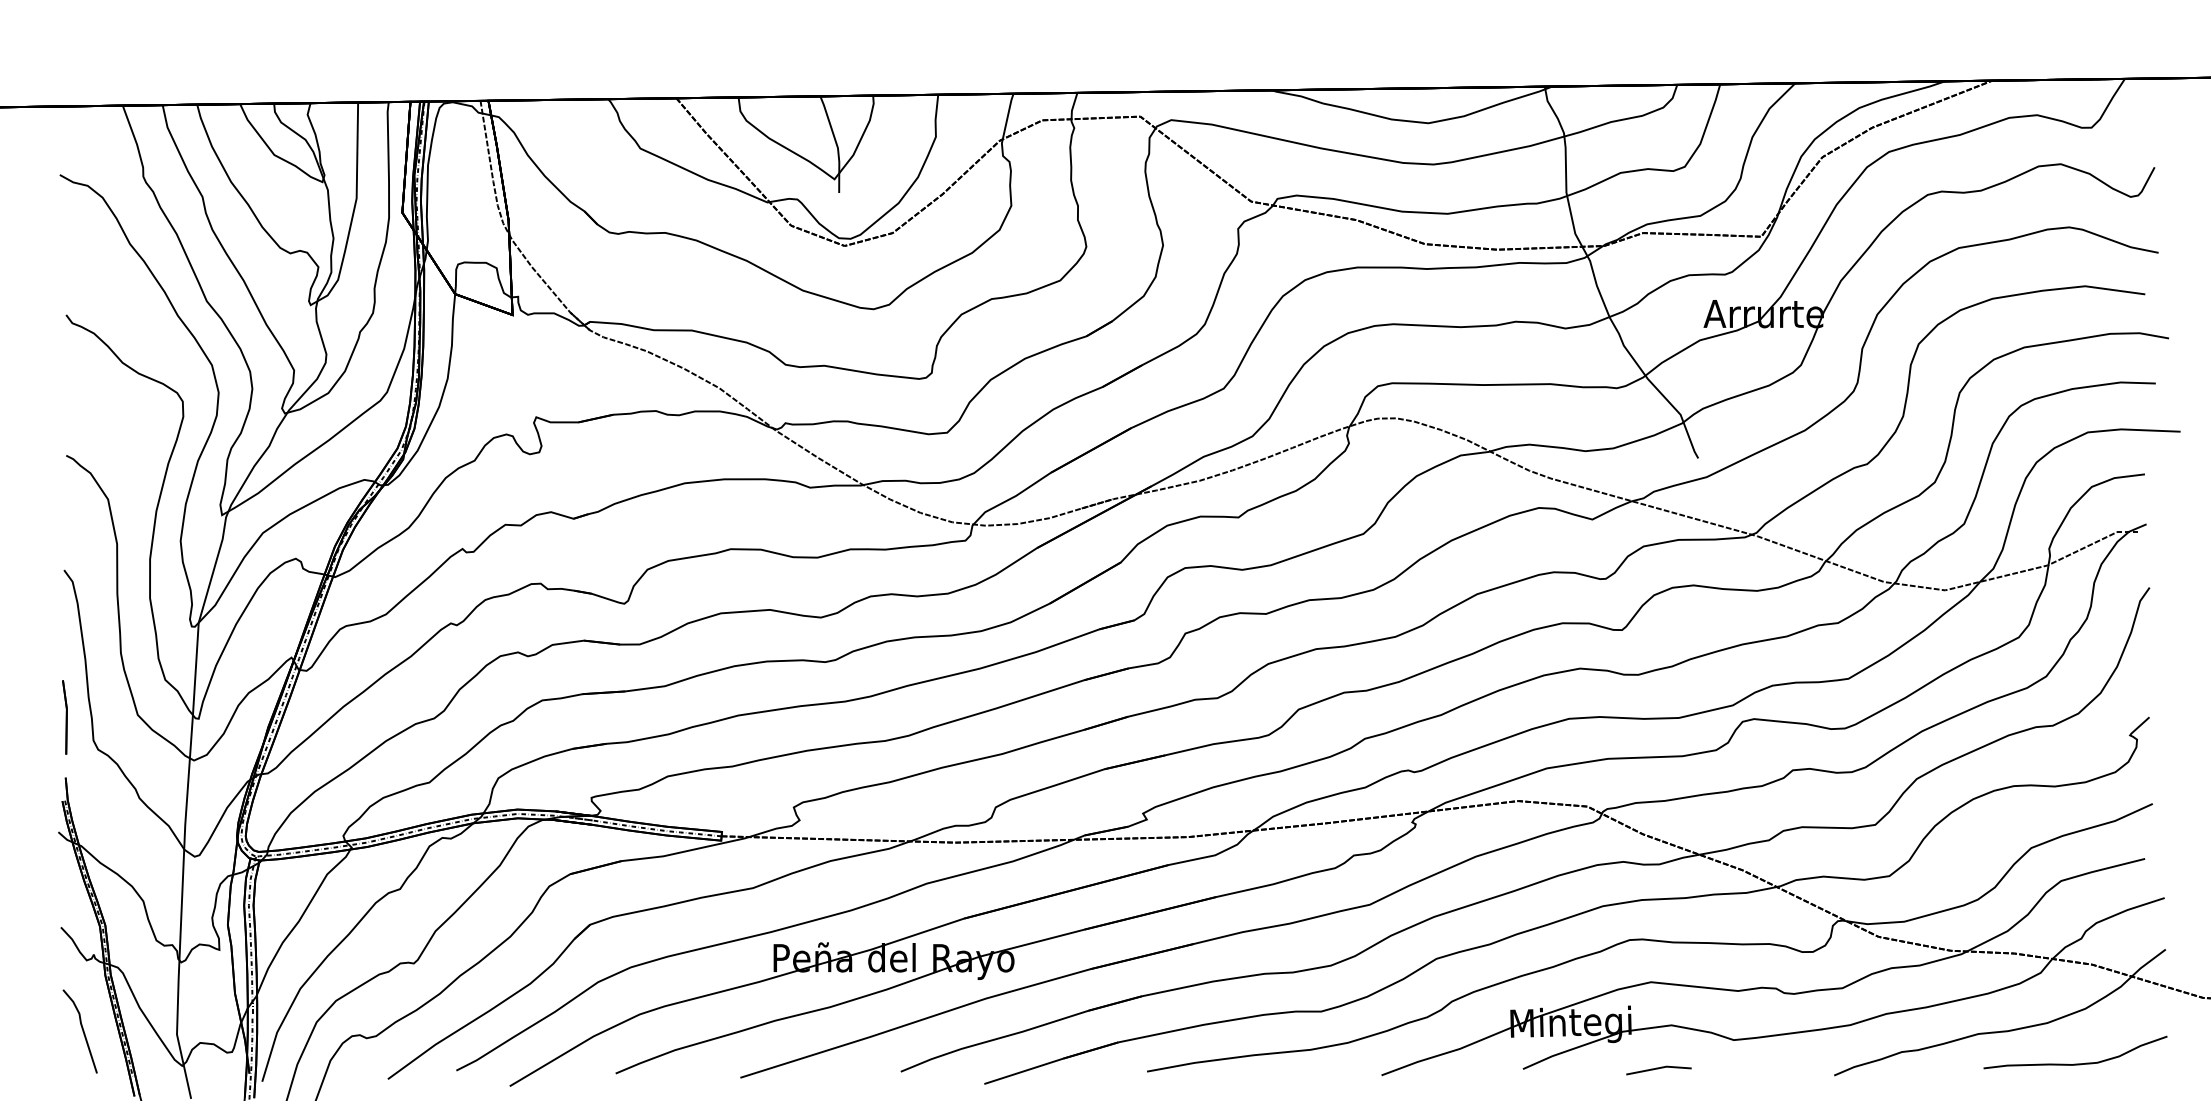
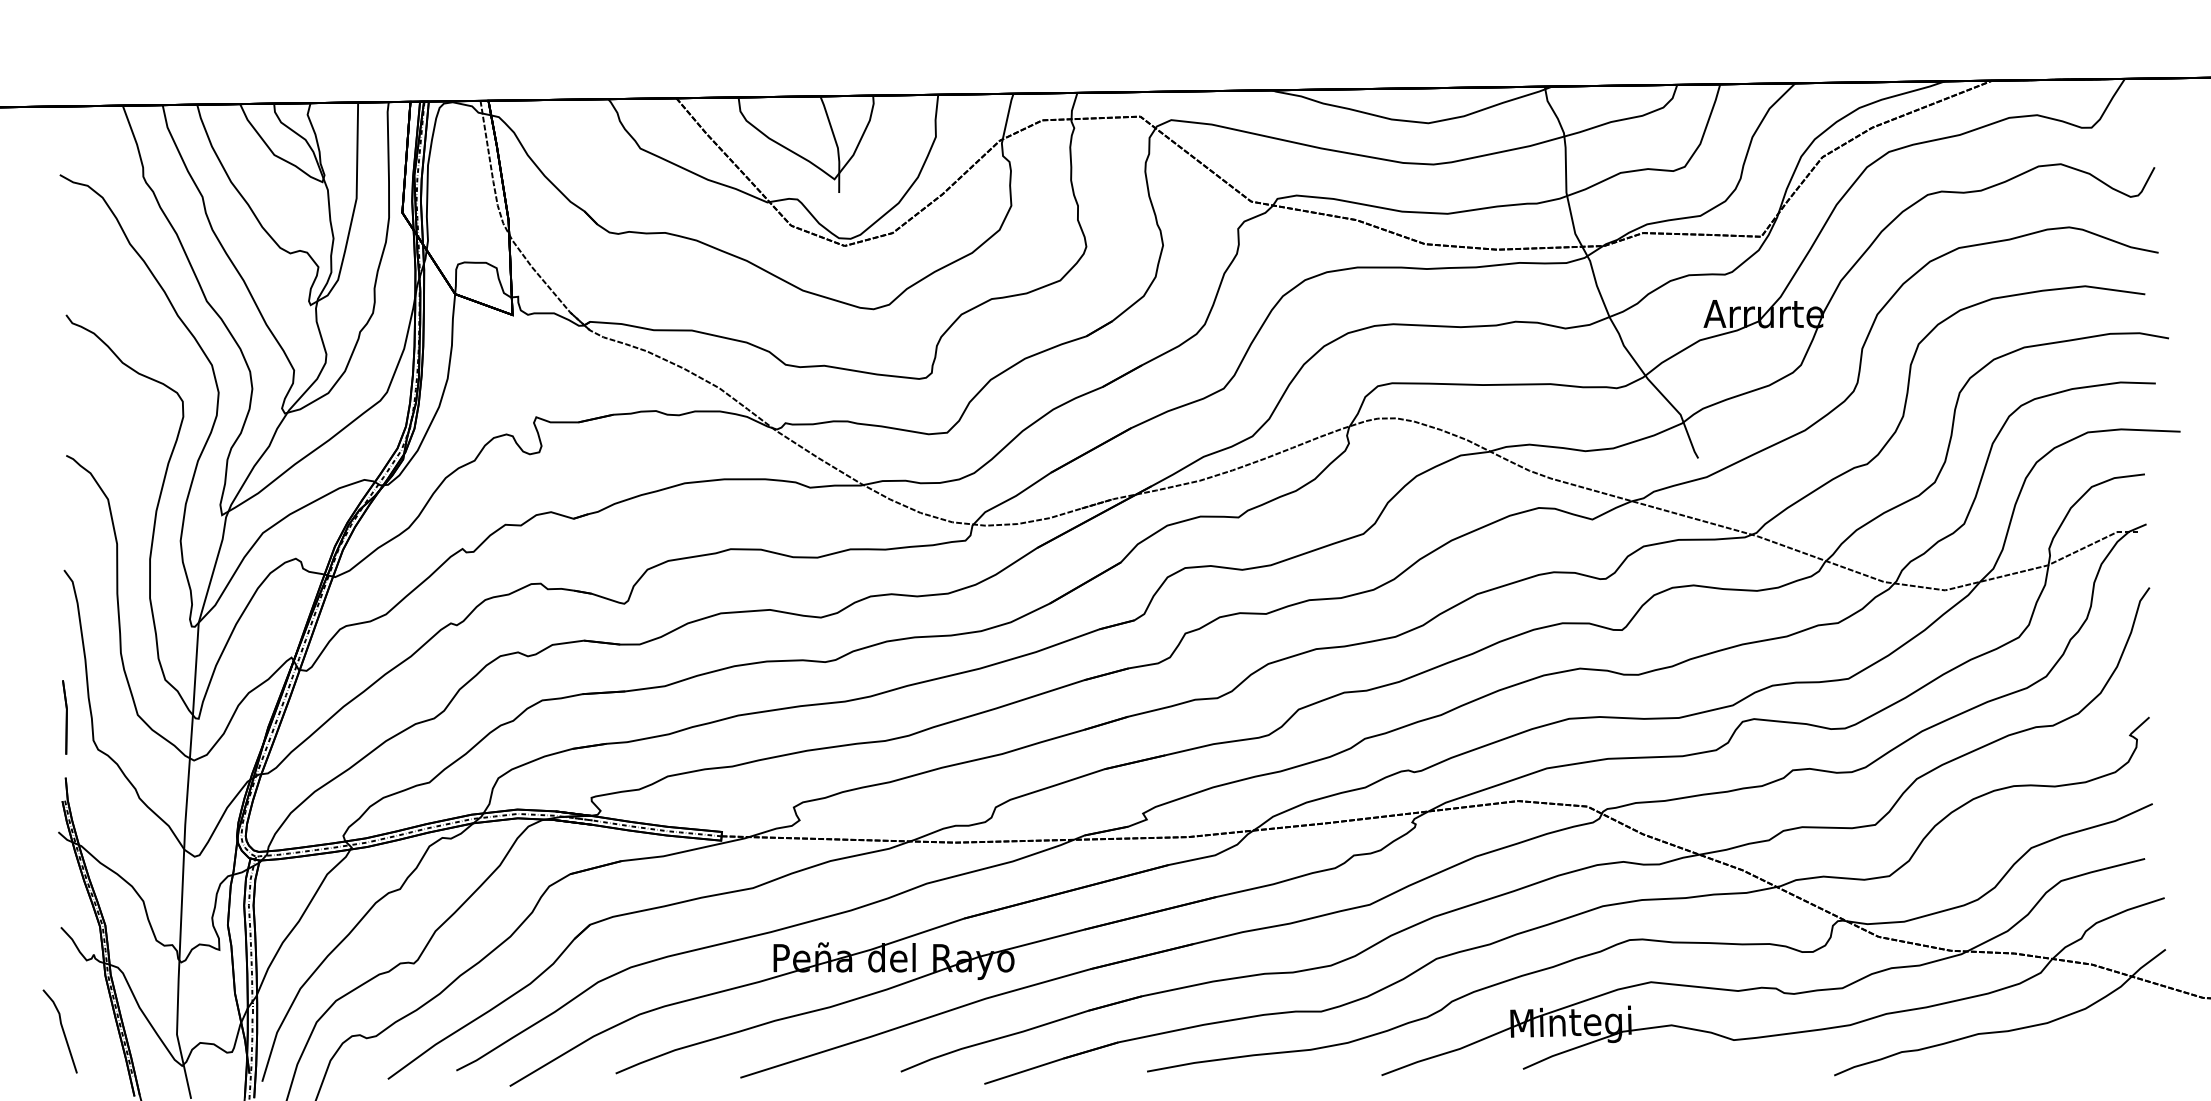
line at (82, 1031) position: (82, 1031) -> (62, 1031)
curve at (2075, 1063): present -> none
line at (1658, 1069): present -> none
